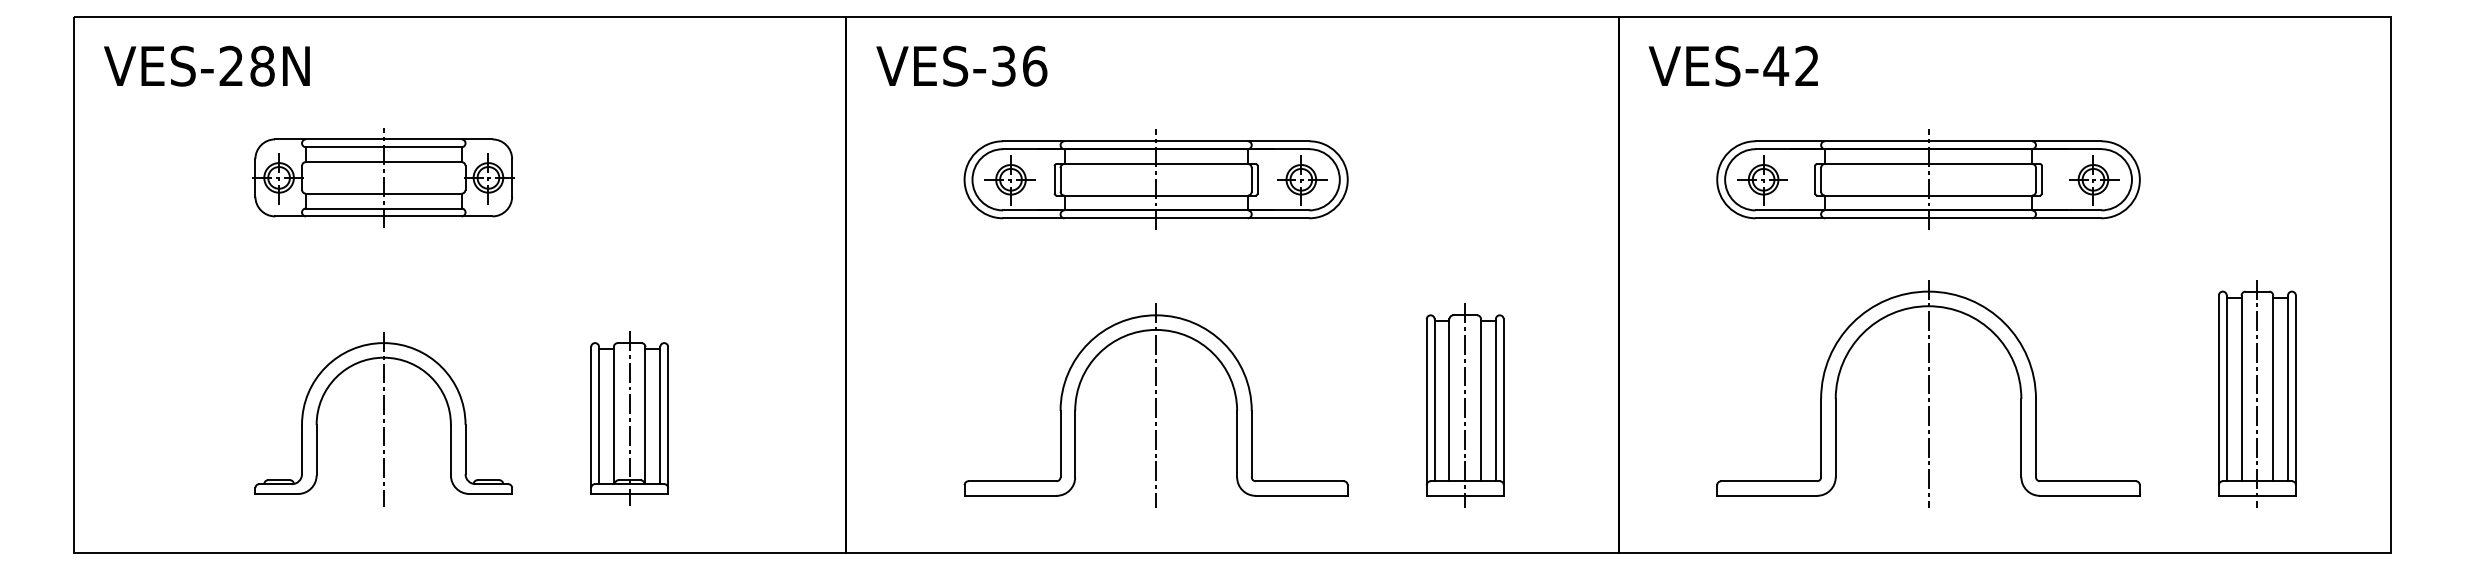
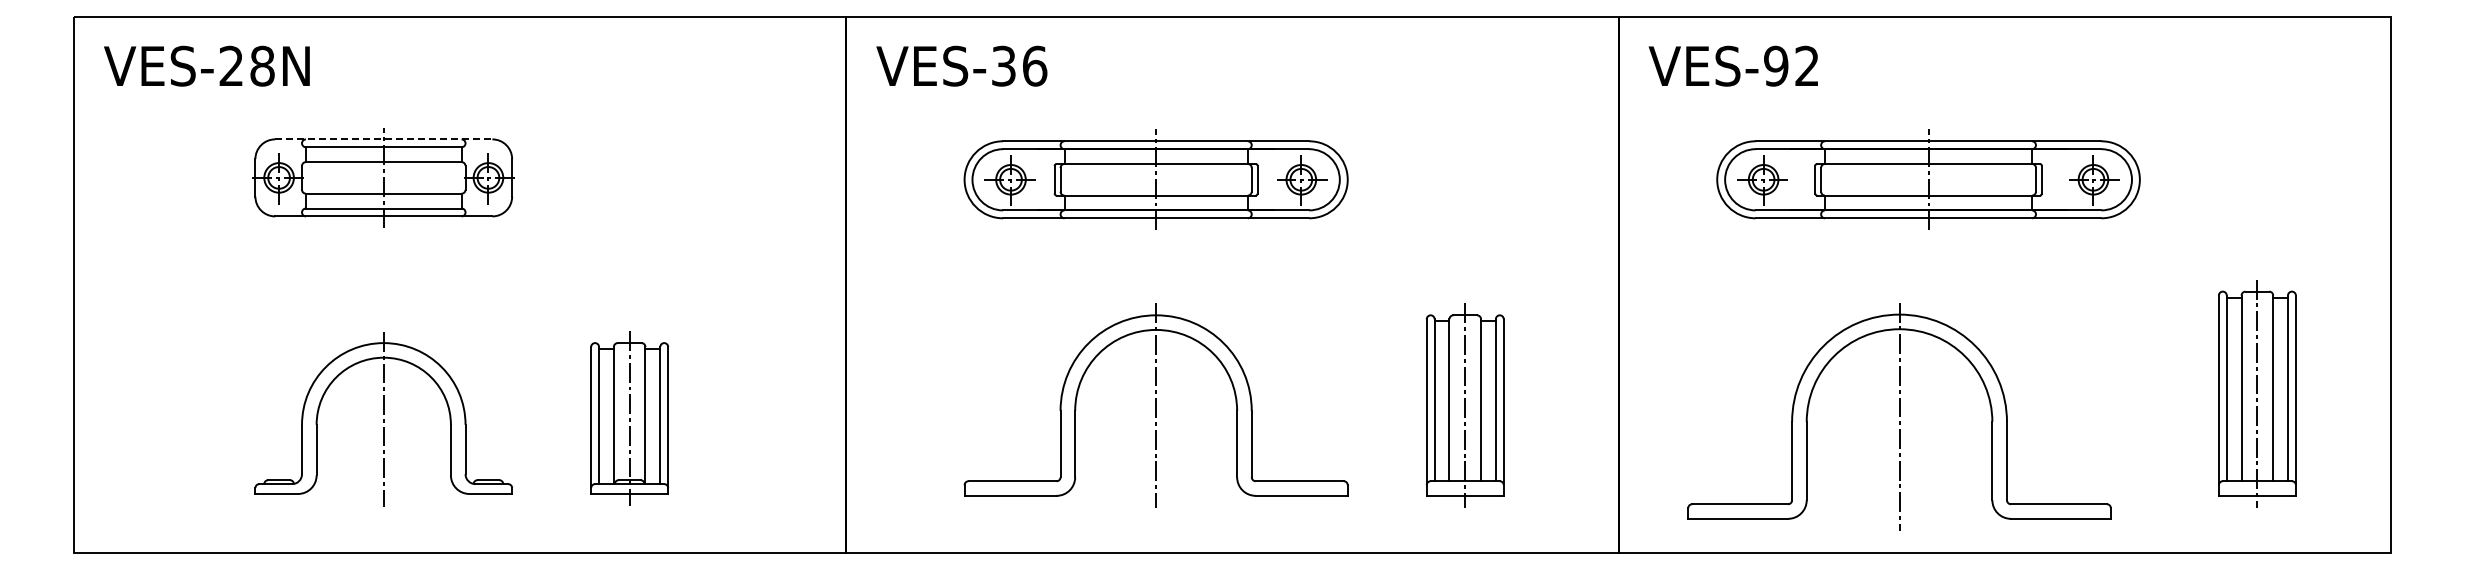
text at (1776, 65): VES-42 -> VES-92
line at (383, 139): solid -> dashed
part at (1928, 393) position: (1928, 393) -> (1899, 416)
